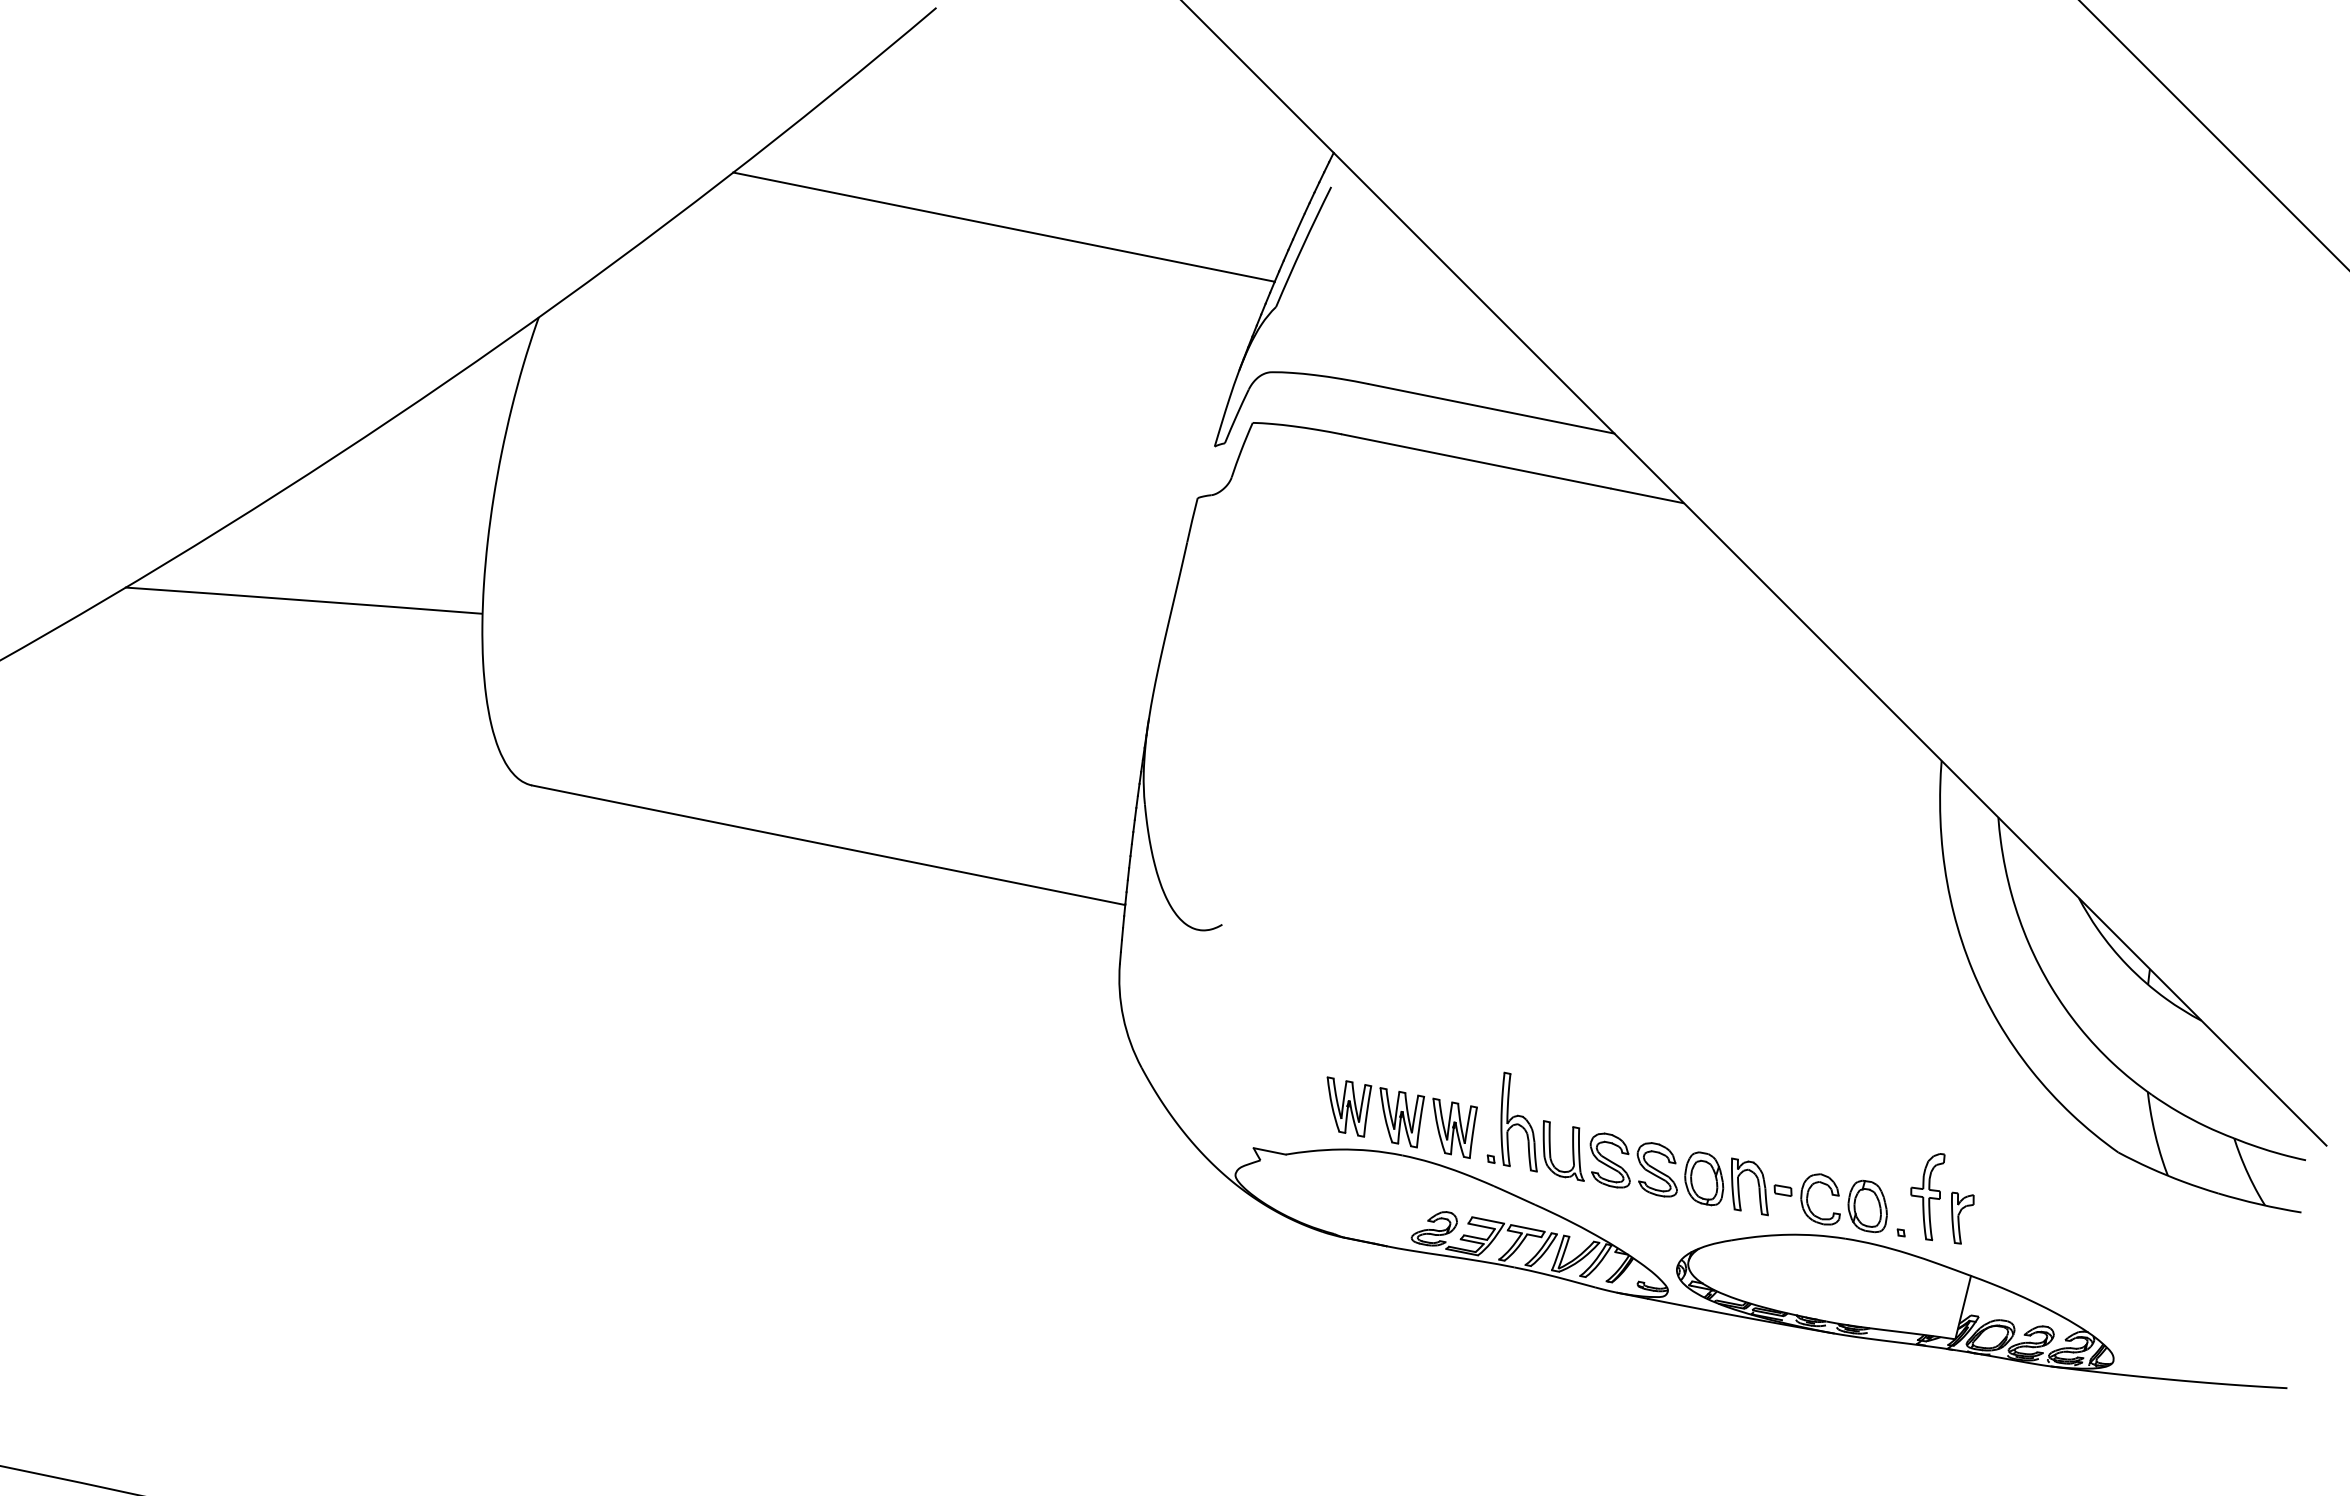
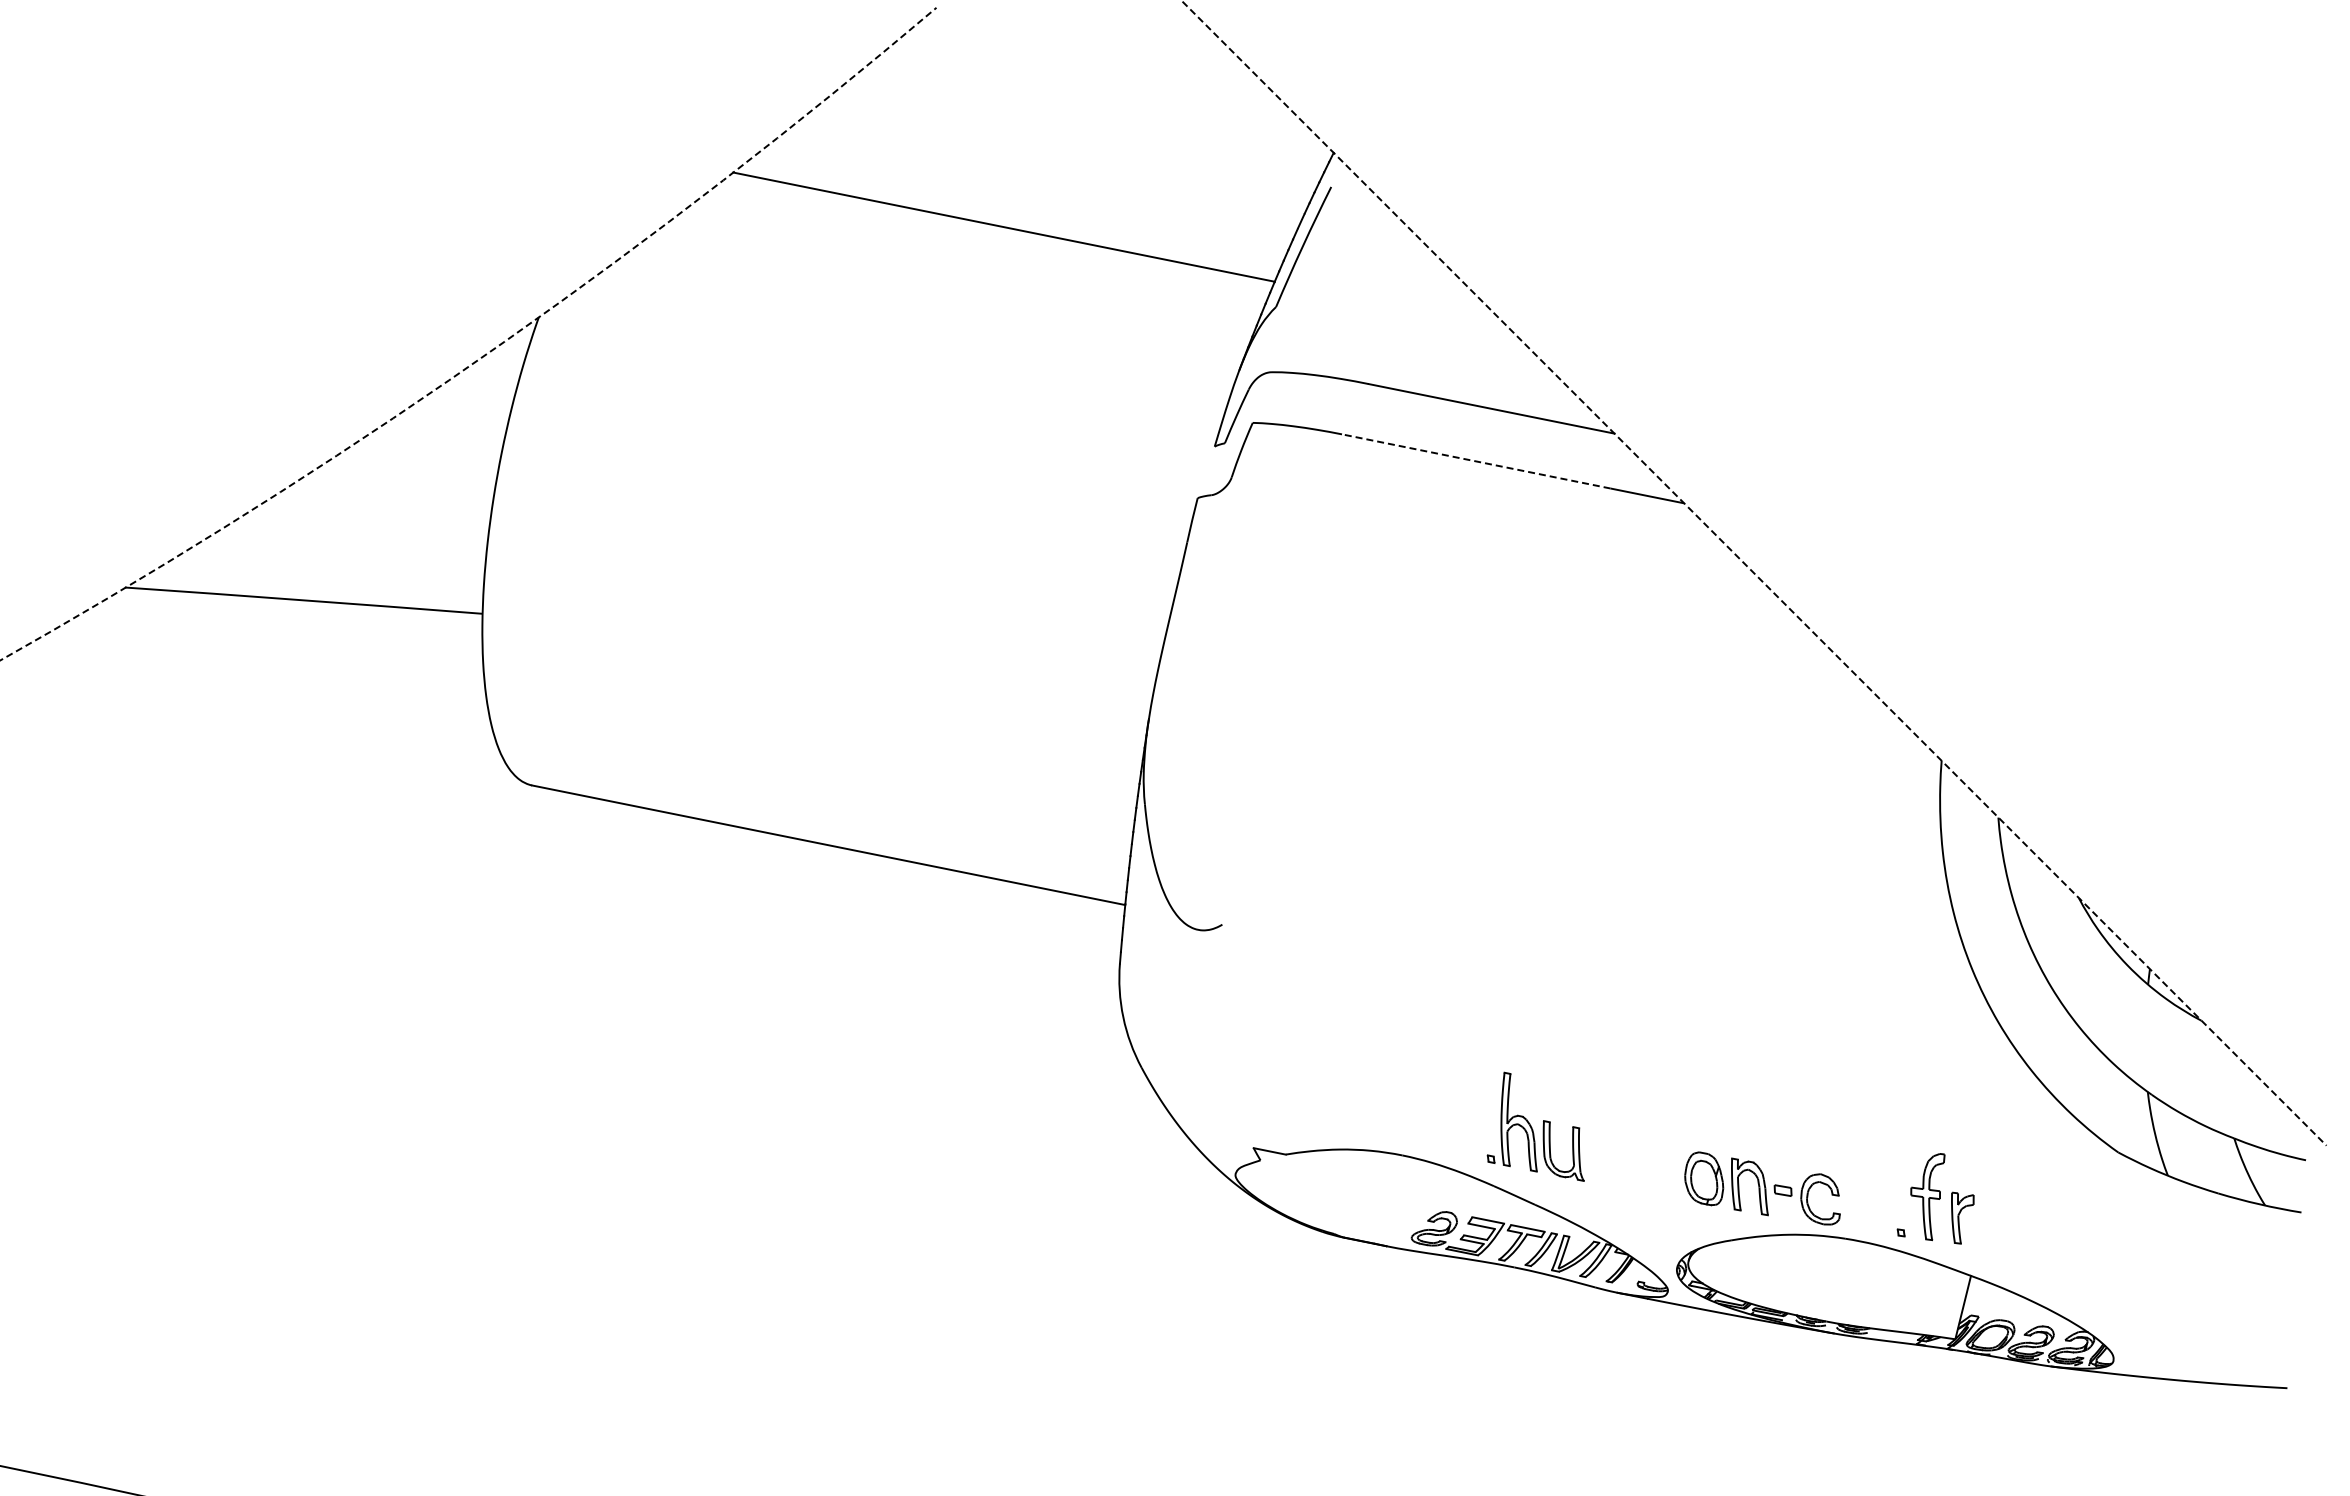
line at (2213, 135): present -> none
arc at (484, 356): solid -> dashed
line at (1476, 461): solid -> dashed
line at (1753, 572): solid -> dashed
part at (1401, 1117): present -> none
part at (1633, 1164): present -> none
part at (1867, 1206): present -> none
